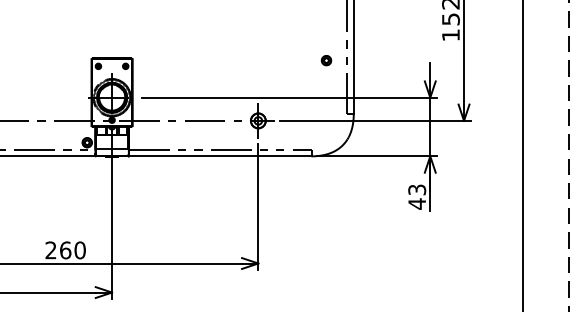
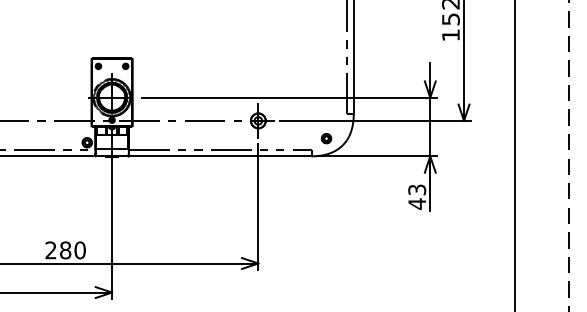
part at (326, 60) position: (326, 60) -> (326, 138)
line at (522, 155) position: (522, 155) -> (514, 155)
text at (65, 250): 260 -> 280
